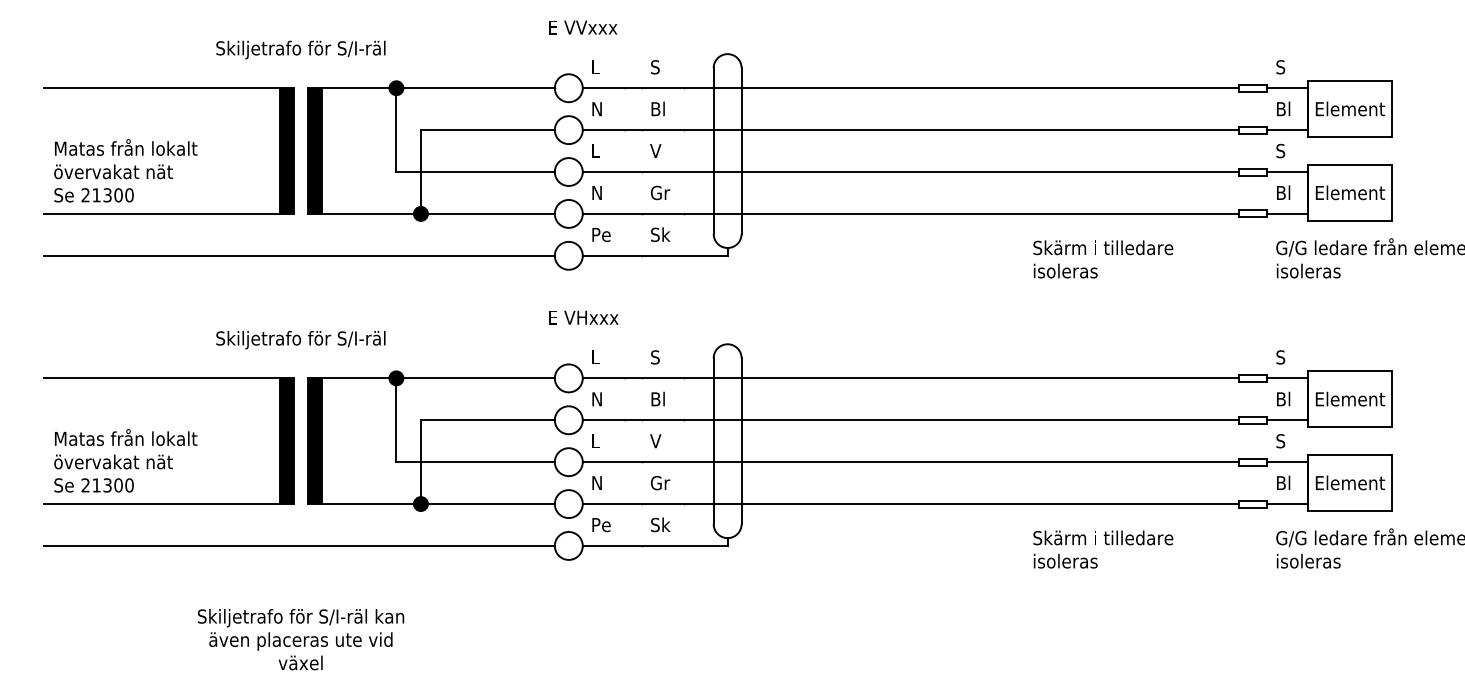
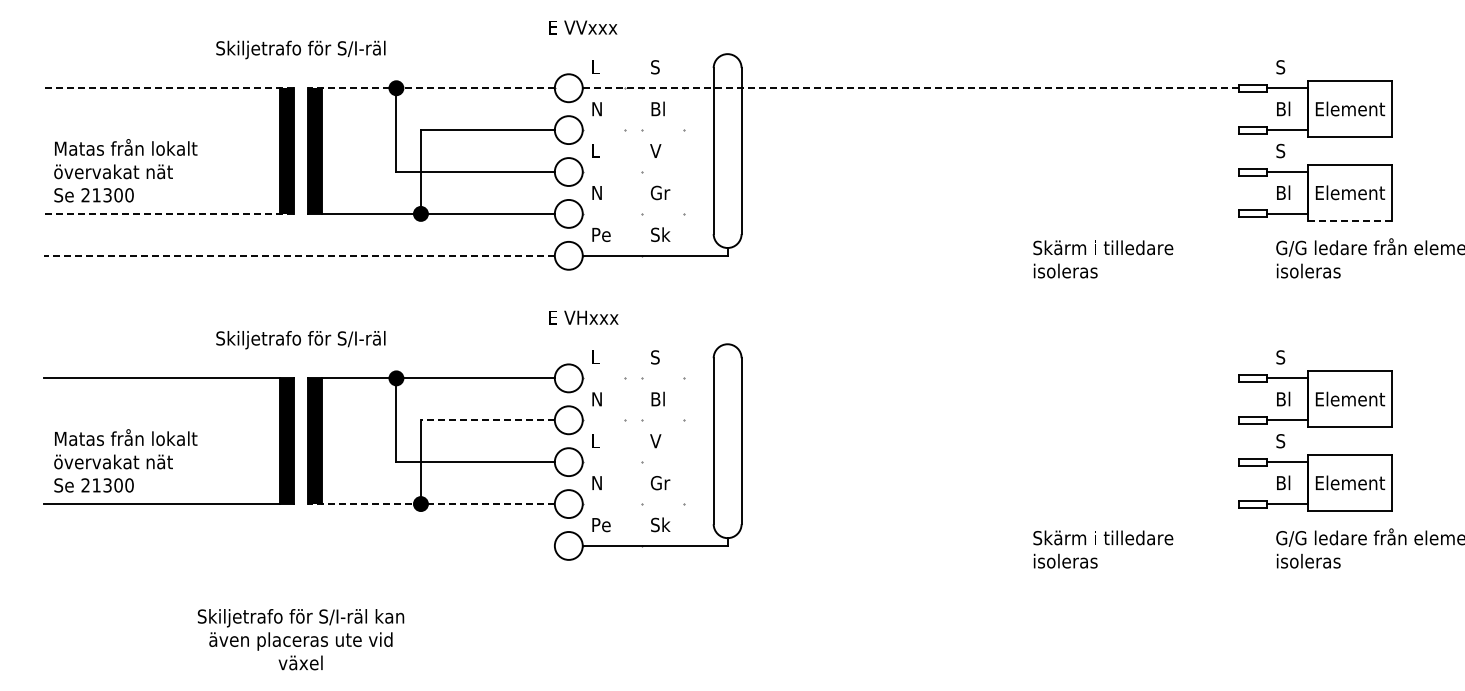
line at (168, 88): solid -> dashed
line at (430, 88): solid -> dashed
line at (911, 88): solid -> dashed
line at (910, 130): present -> none
line at (910, 172): present -> none
line at (168, 213): solid -> dashed
line at (910, 213): present -> none
line at (1349, 220): solid -> dashed
line at (298, 255): solid -> dashed
line at (910, 378): present -> none
line at (487, 420): solid -> dashed
line at (910, 420): present -> none
line at (910, 462): present -> none
line at (430, 504): solid -> dashed
line at (910, 504): present -> none
line at (298, 545): present -> none
